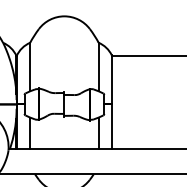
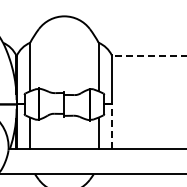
line at (148, 56): solid -> dashed
line at (112, 126): solid -> dashed
